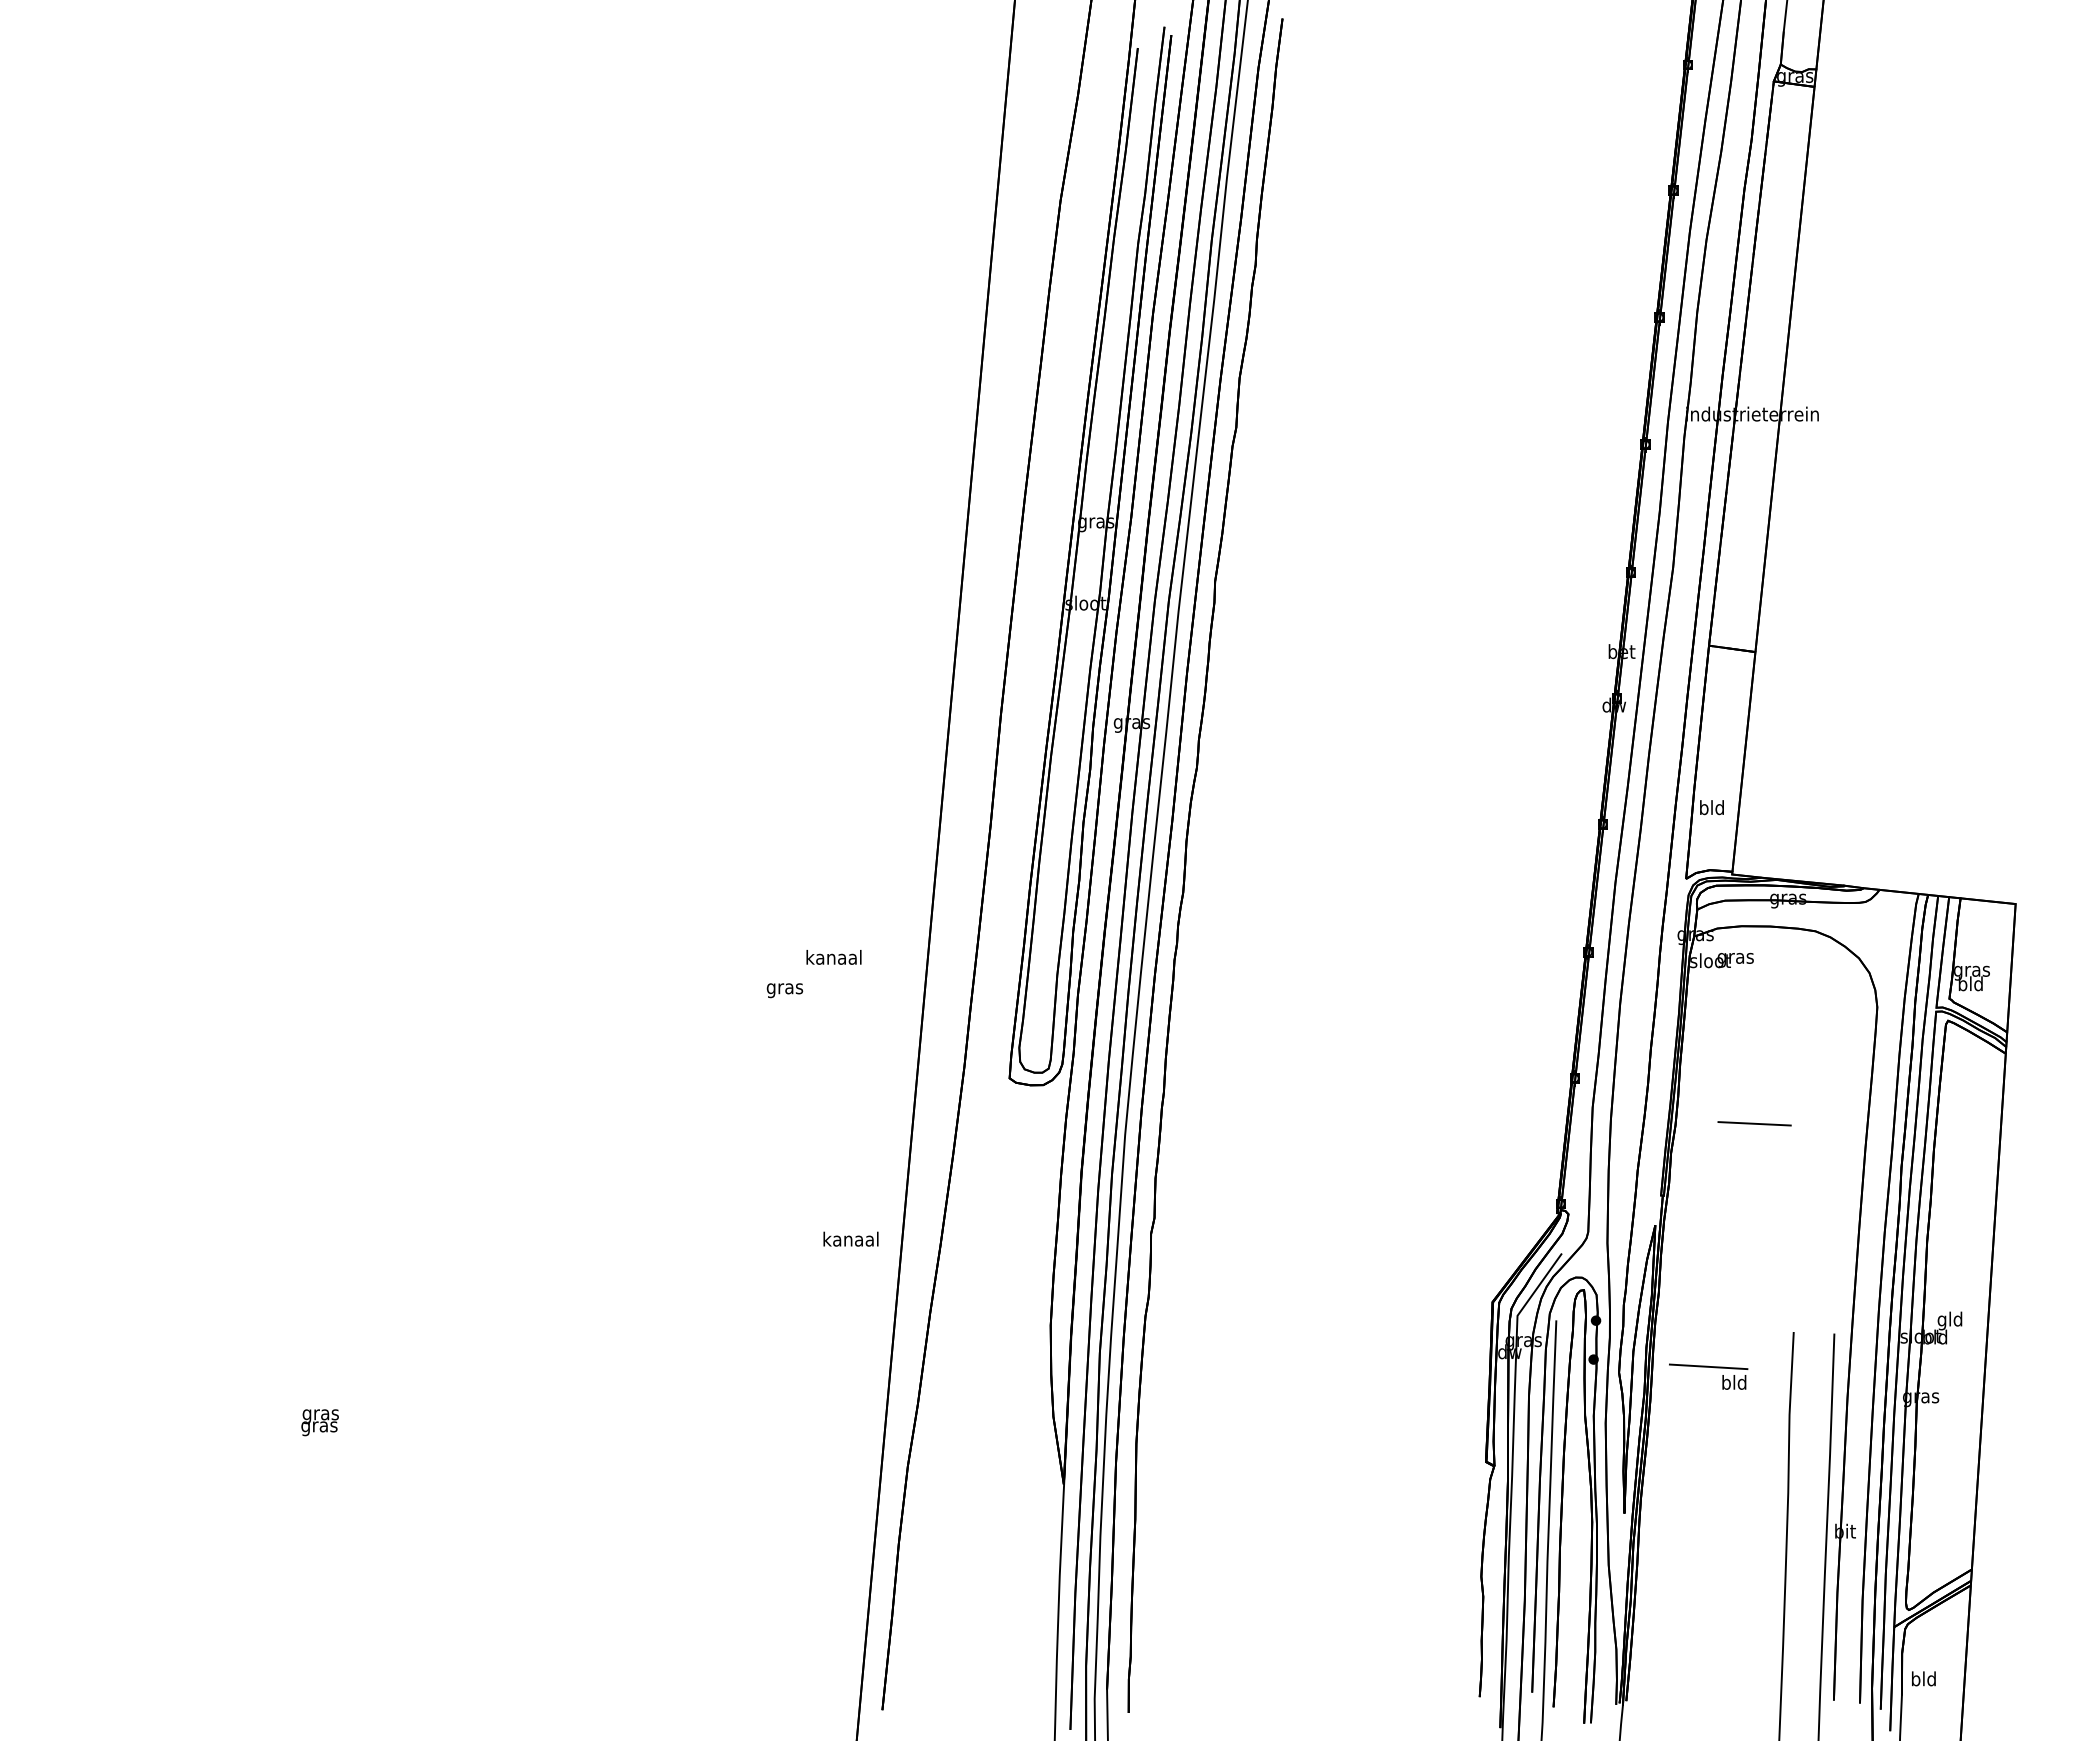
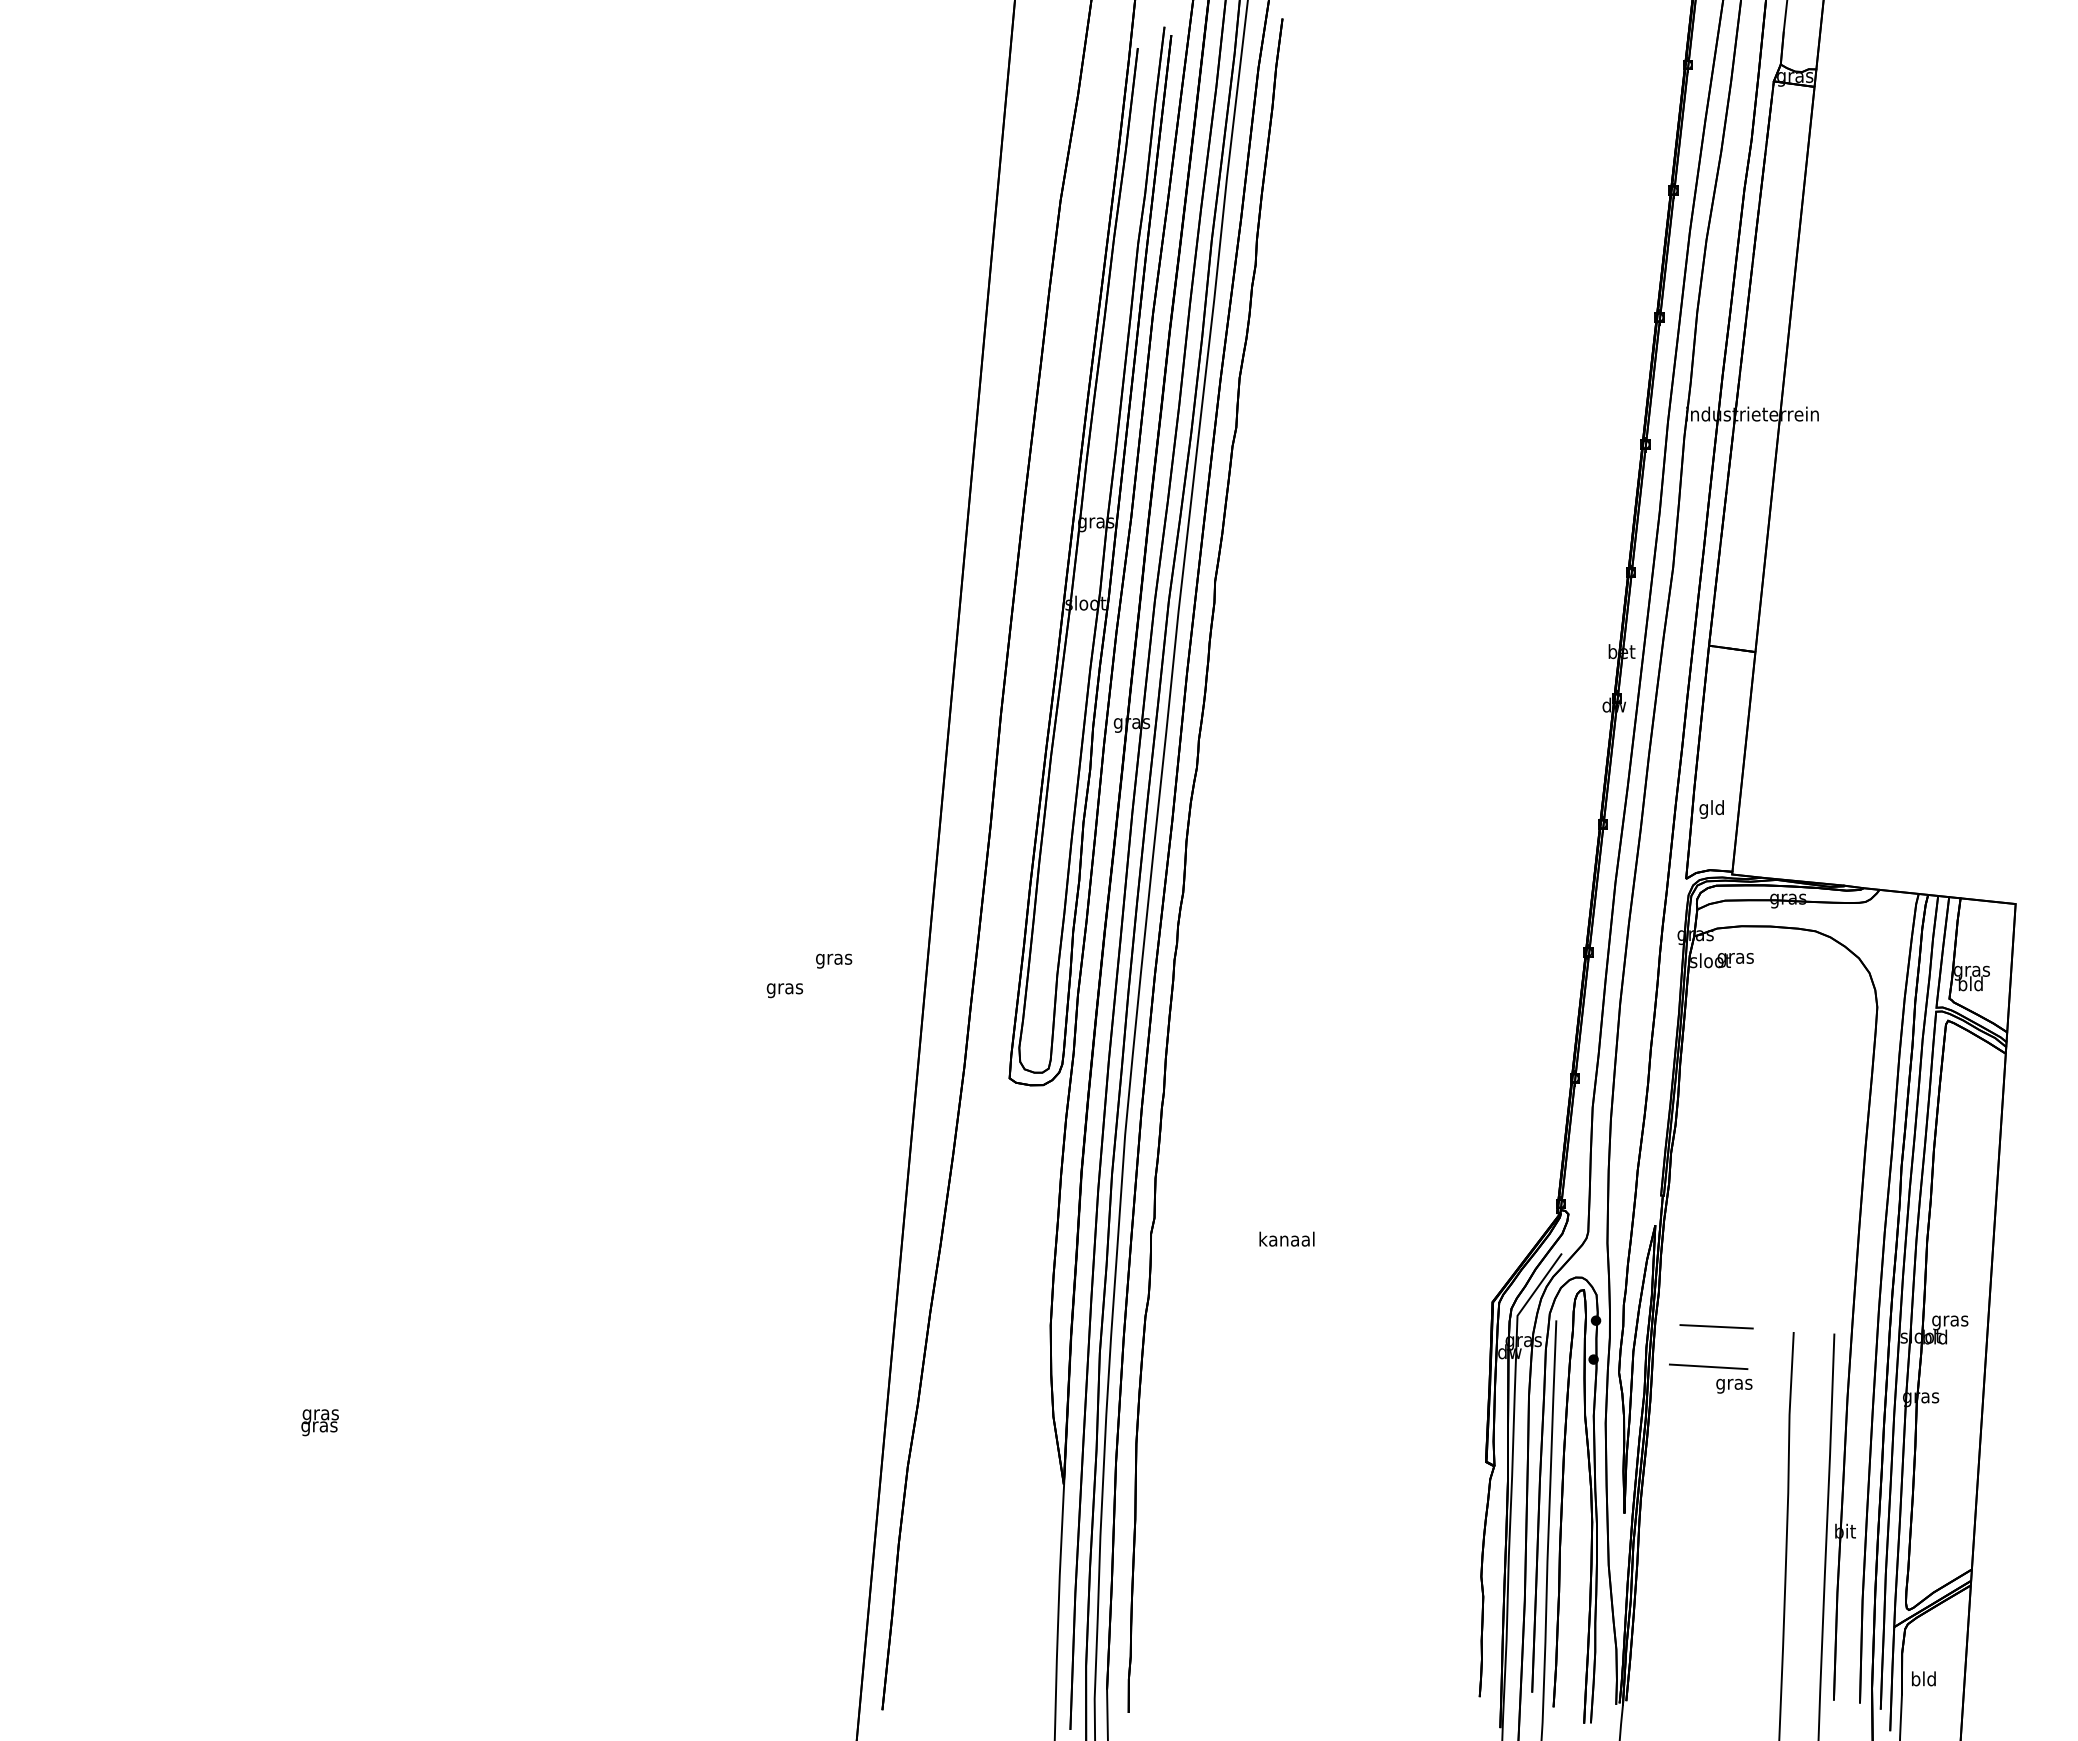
text at (1703, 809): bld -> gld
text at (833, 958): kanaal -> gras
line at (1754, 1123) position: (1754, 1123) -> (1716, 1326)
text at (850, 1238) position: (850, 1238) -> (1286, 1238)
text at (1950, 1320): gld -> gras
text at (1734, 1384): bld -> gras
